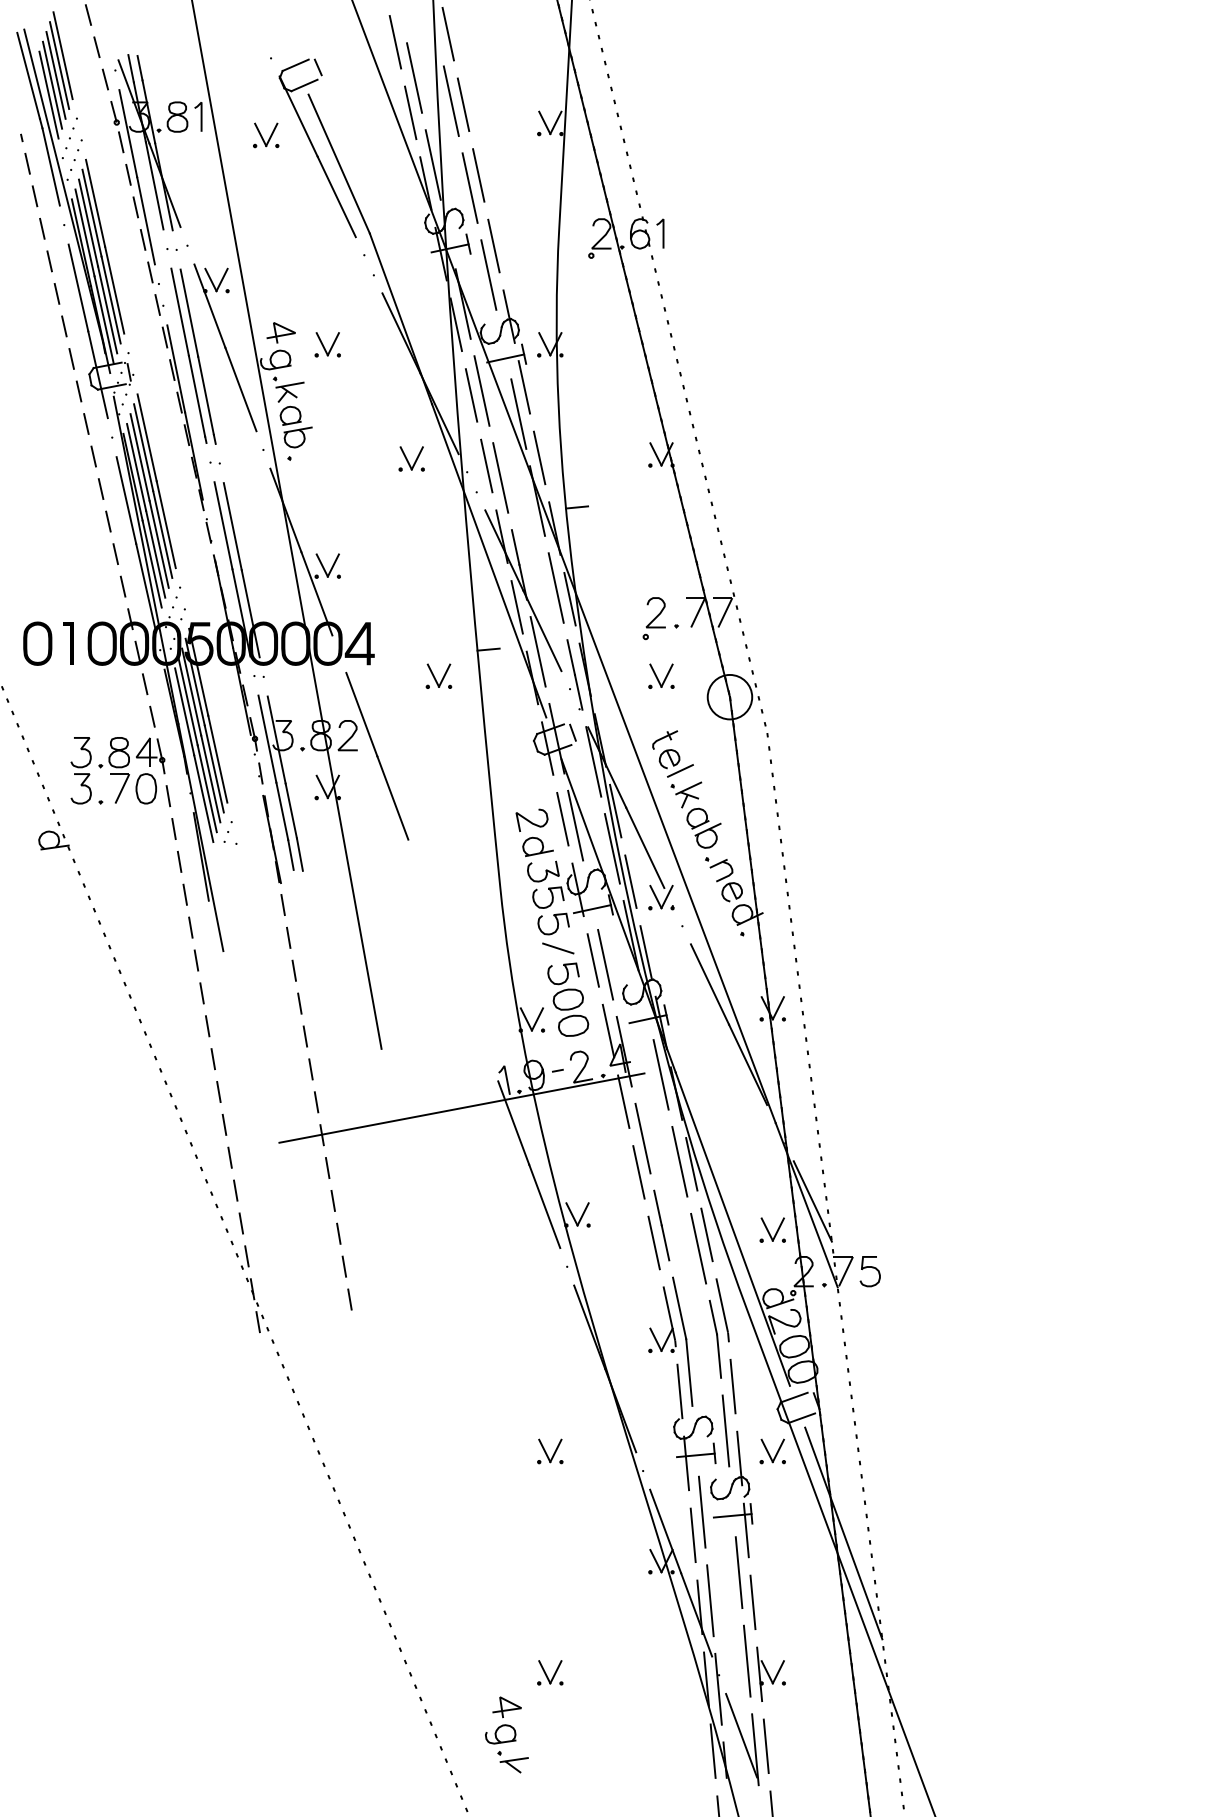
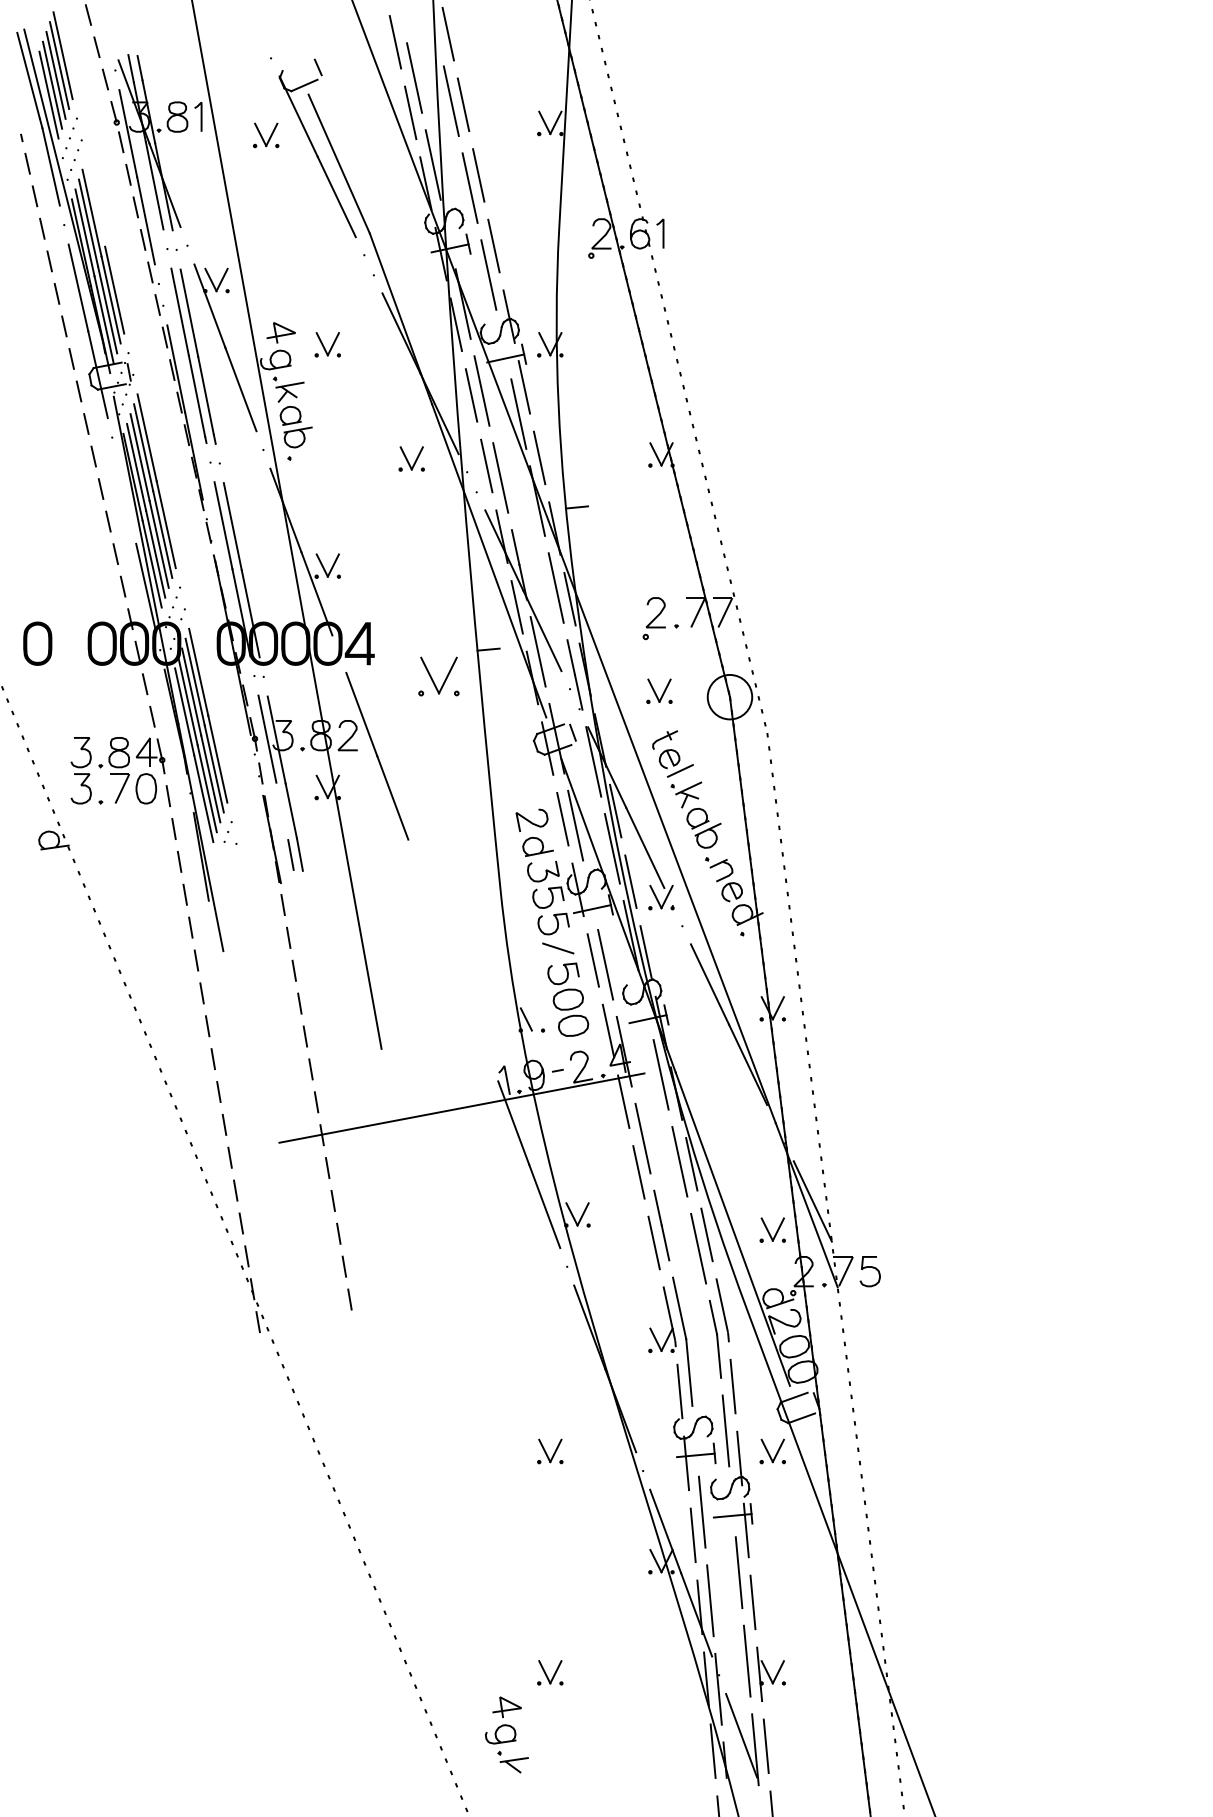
line at (295, 65): present -> none
line at (95, 202): present -> none
line at (126, 500): present -> none
fill at (68, 643): present -> none
fill at (198, 643): present -> none
part at (438, 675) size: 28x26 px -> 42x41 px
part at (661, 675) position: (661, 675) -> (659, 690)
line at (282, 811): present -> none
line at (537, 1019): present -> none
line at (843, 1533): present -> none
